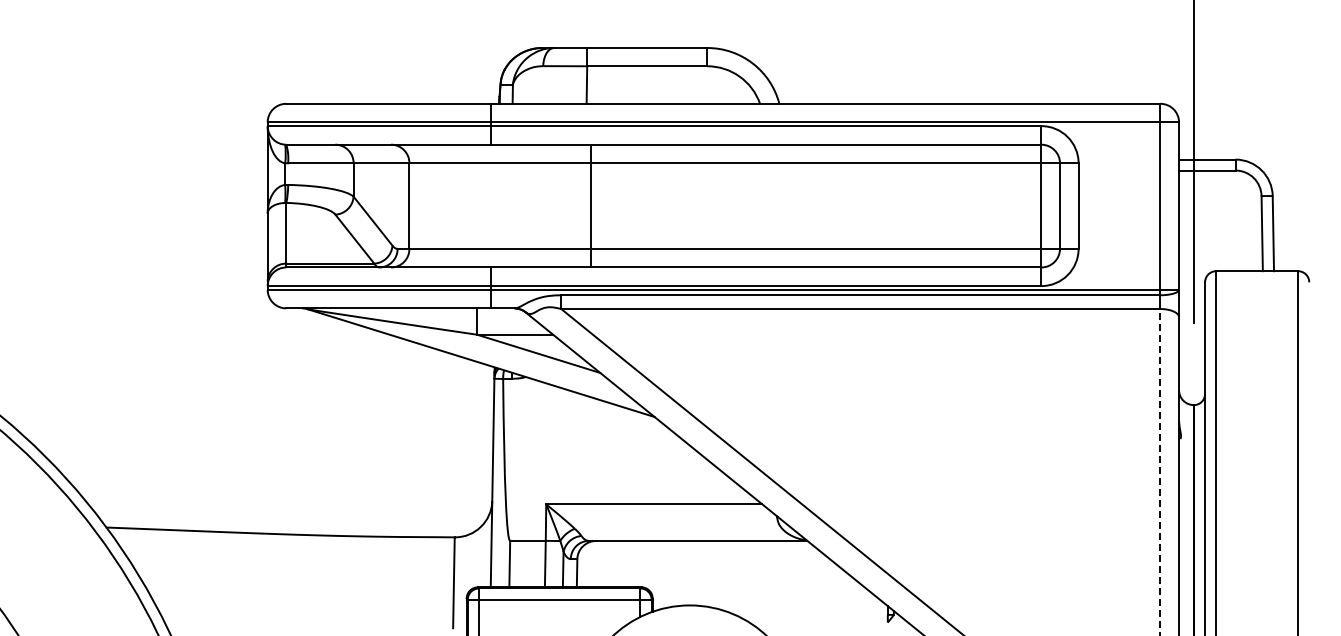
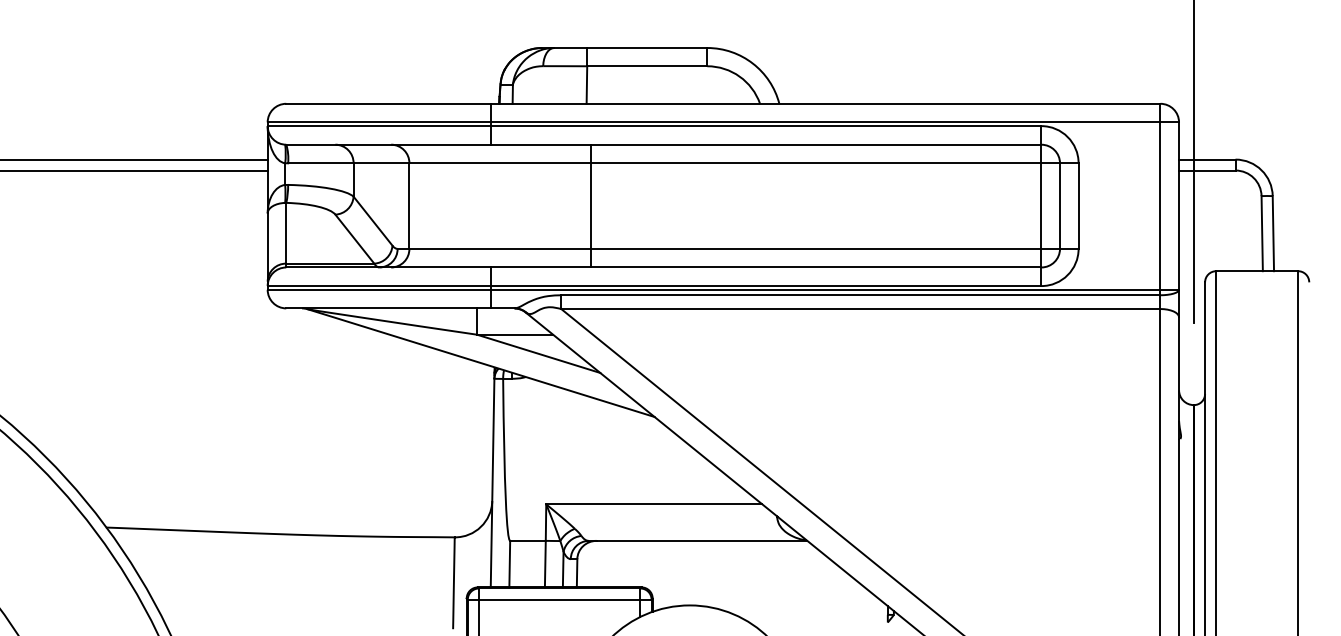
line at (134, 159): none -> present
line at (134, 170): none -> present
line at (1160, 471): dashed -> solid
